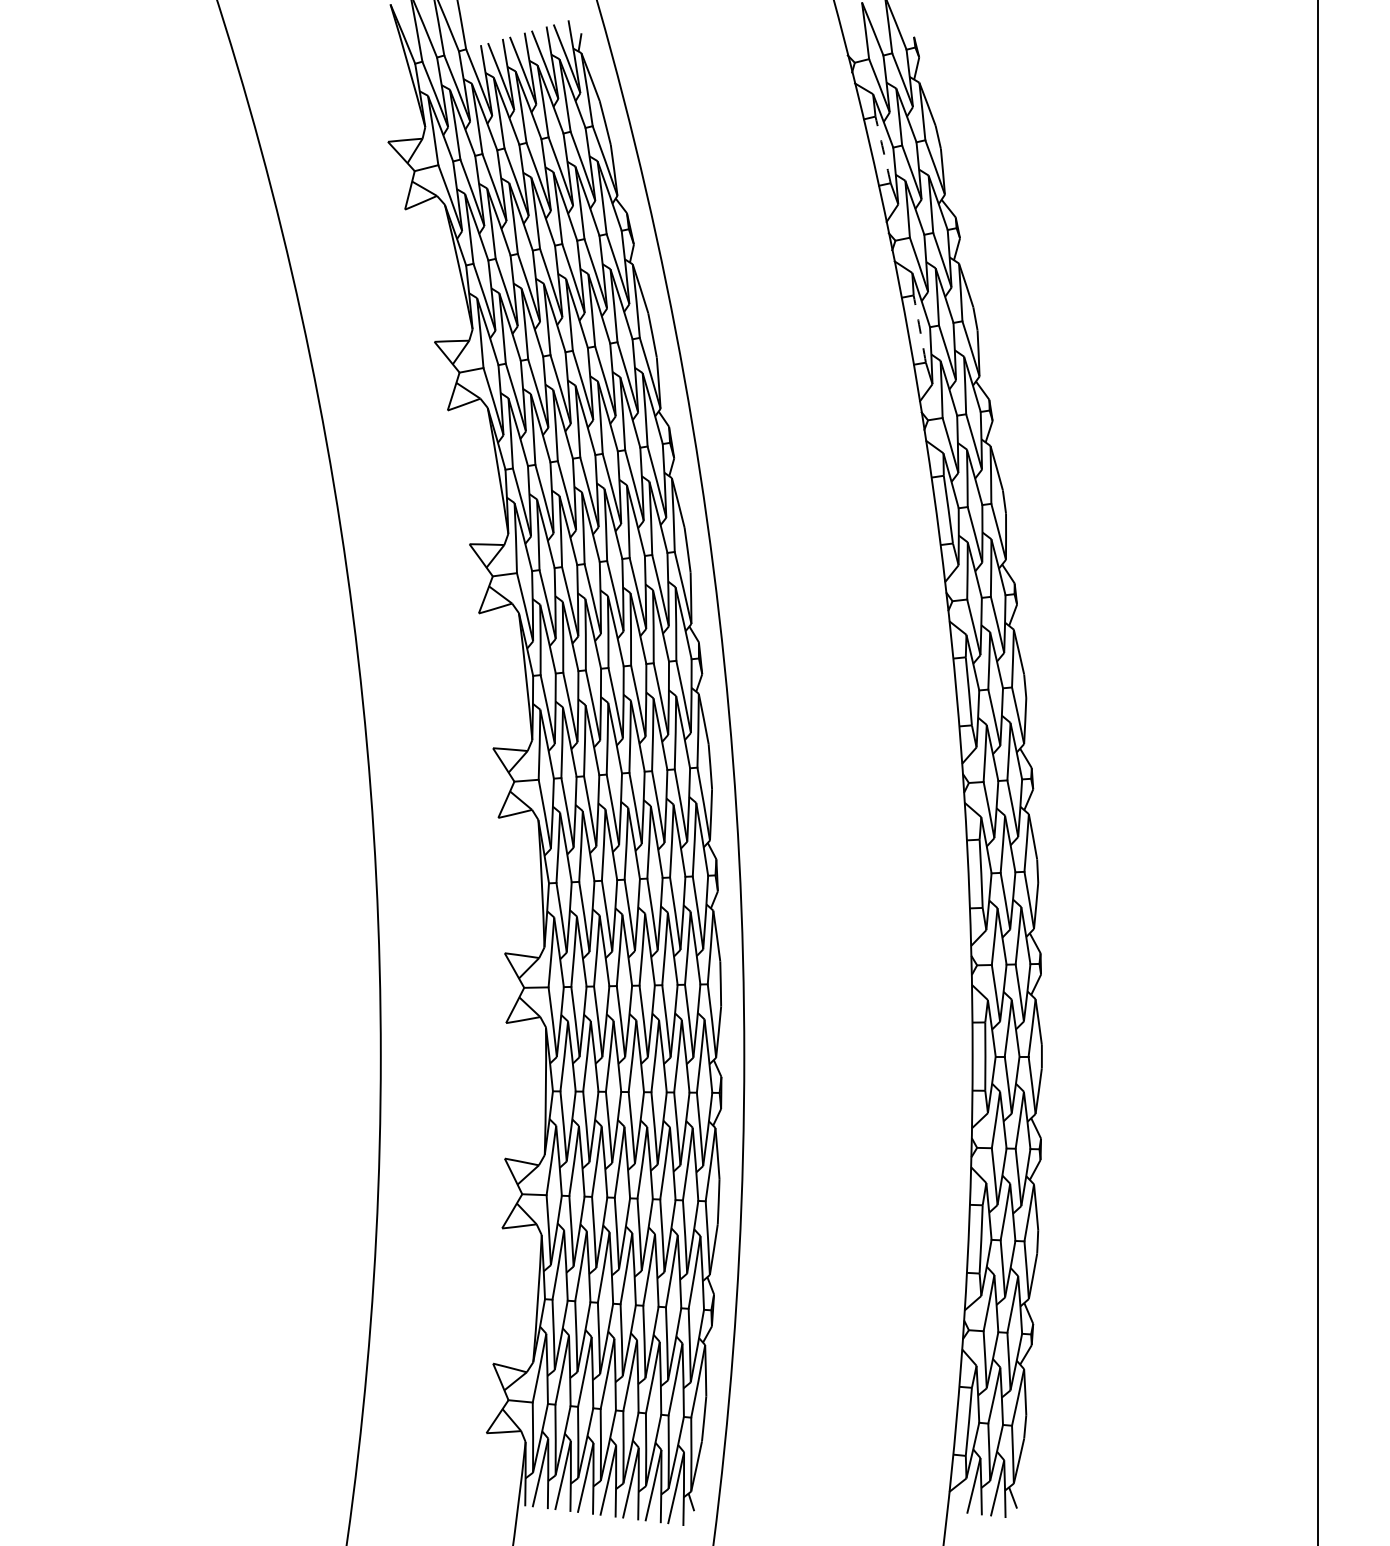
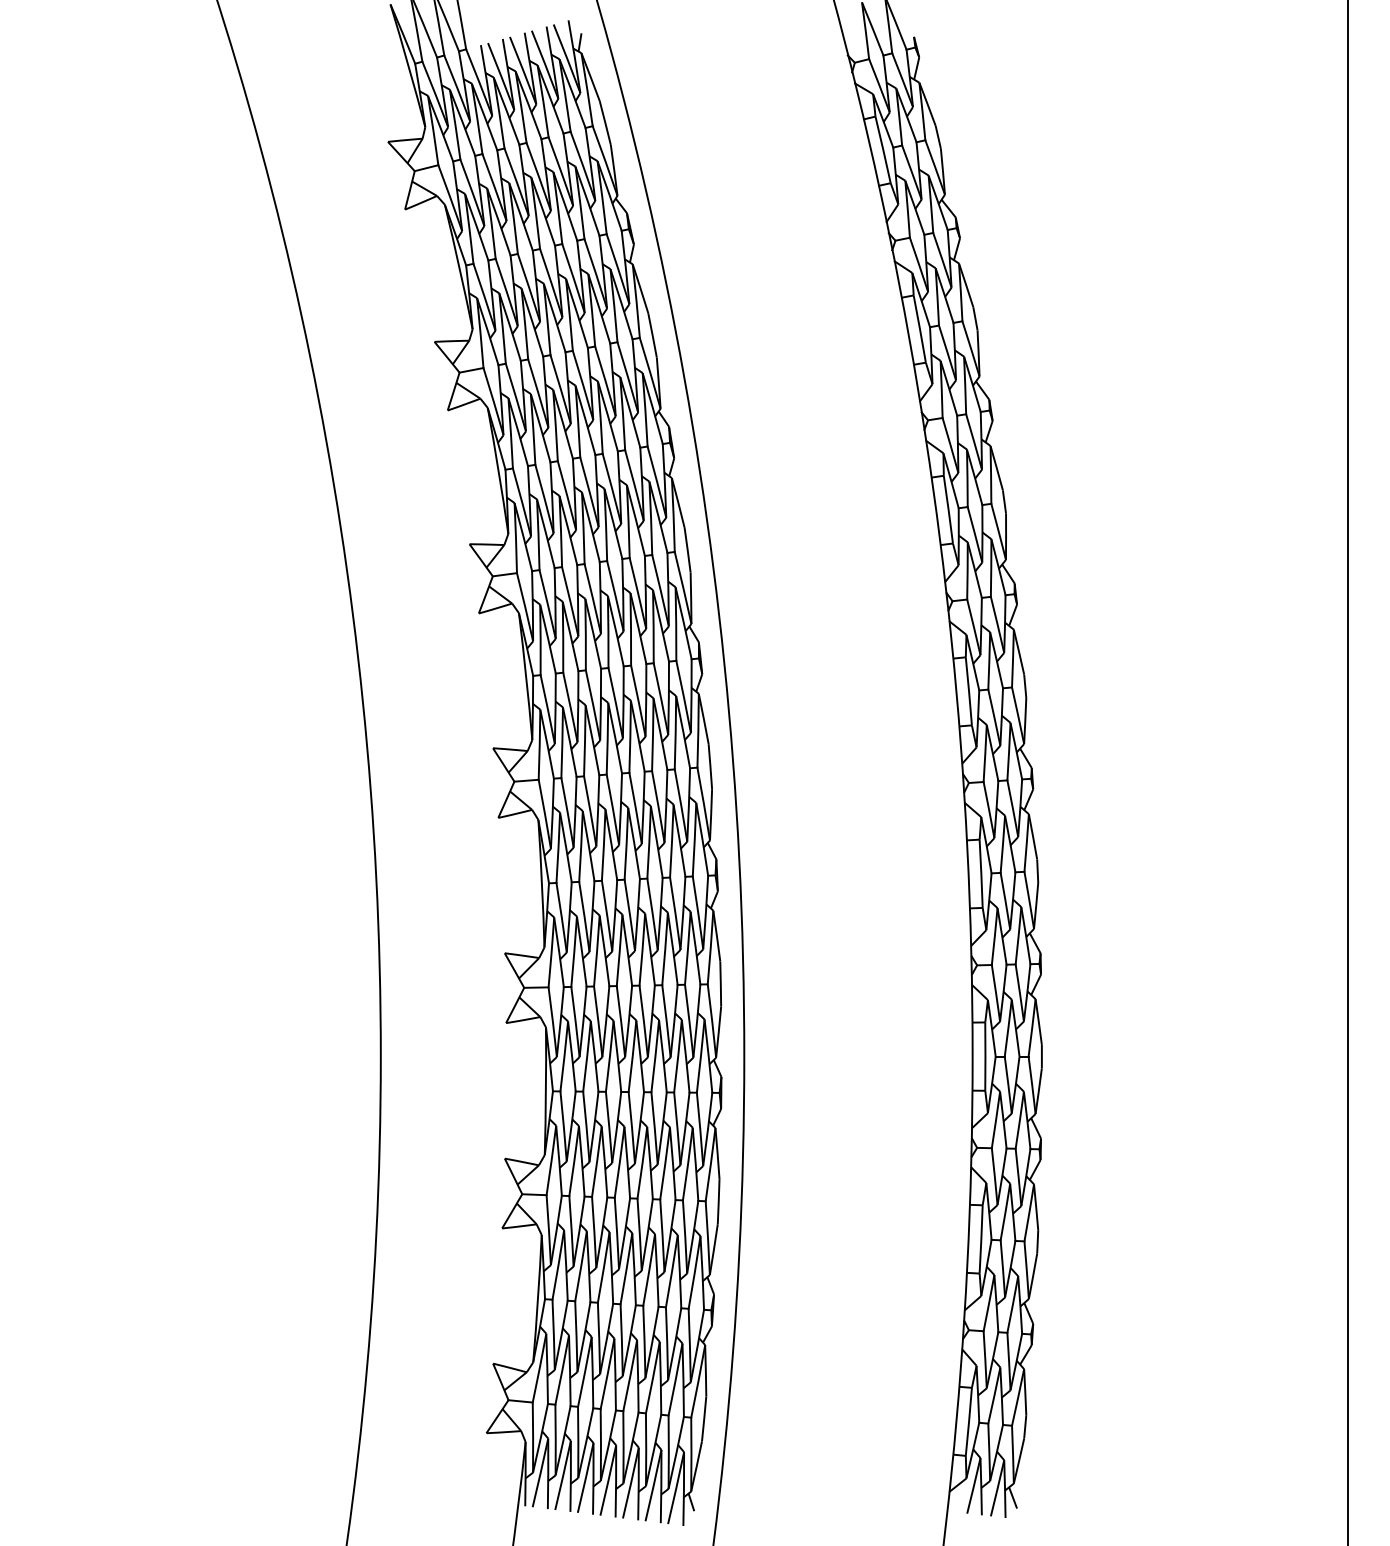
arc at (883, 149): dashed -> solid
arc at (919, 329): dashed -> solid
line at (1318, 772) position: (1318, 772) -> (1348, 772)
